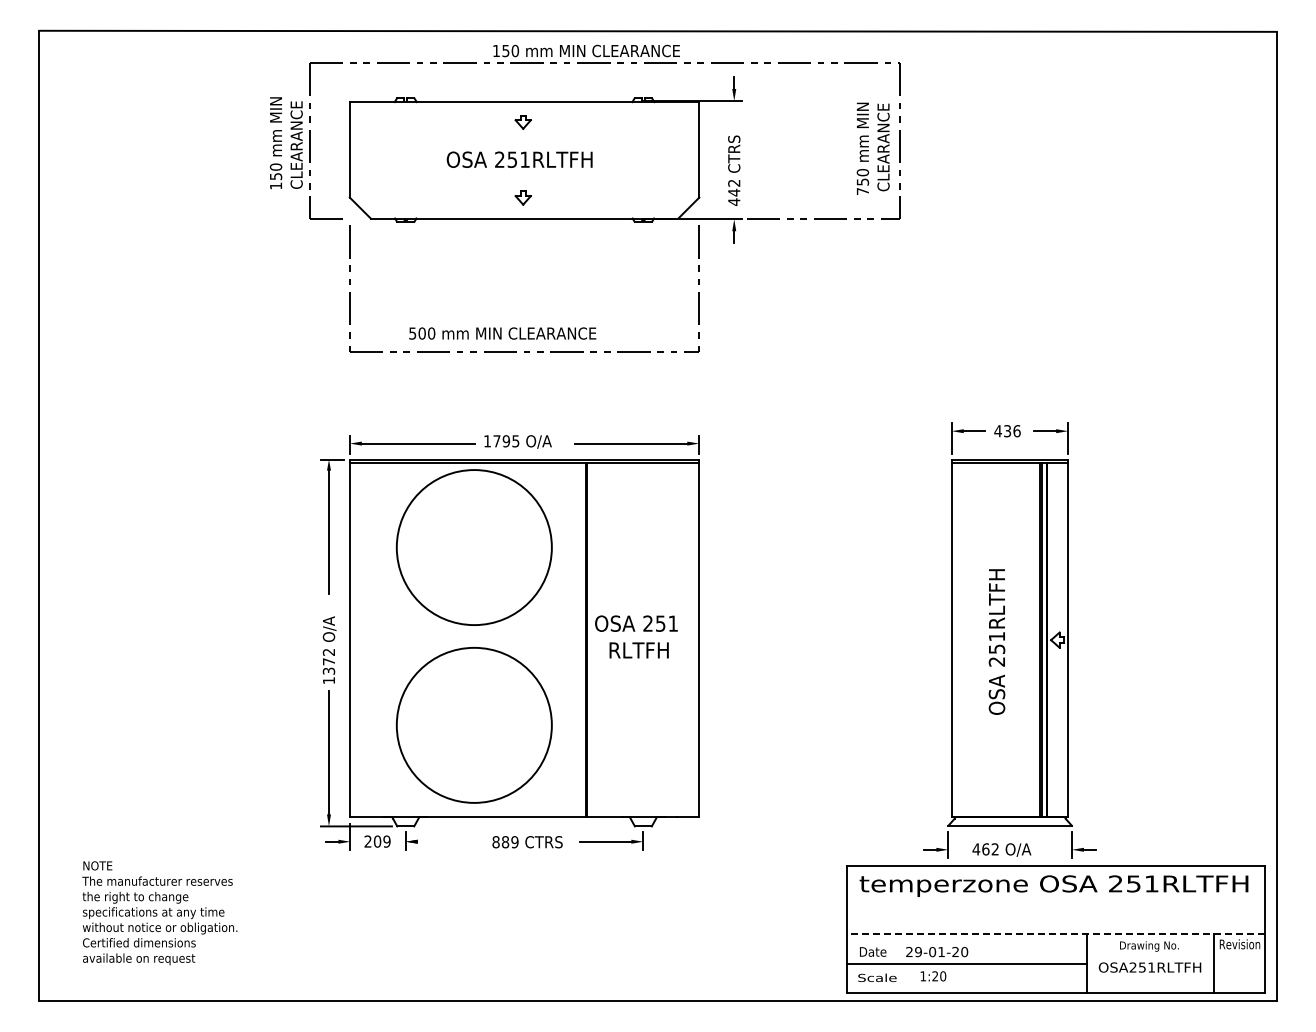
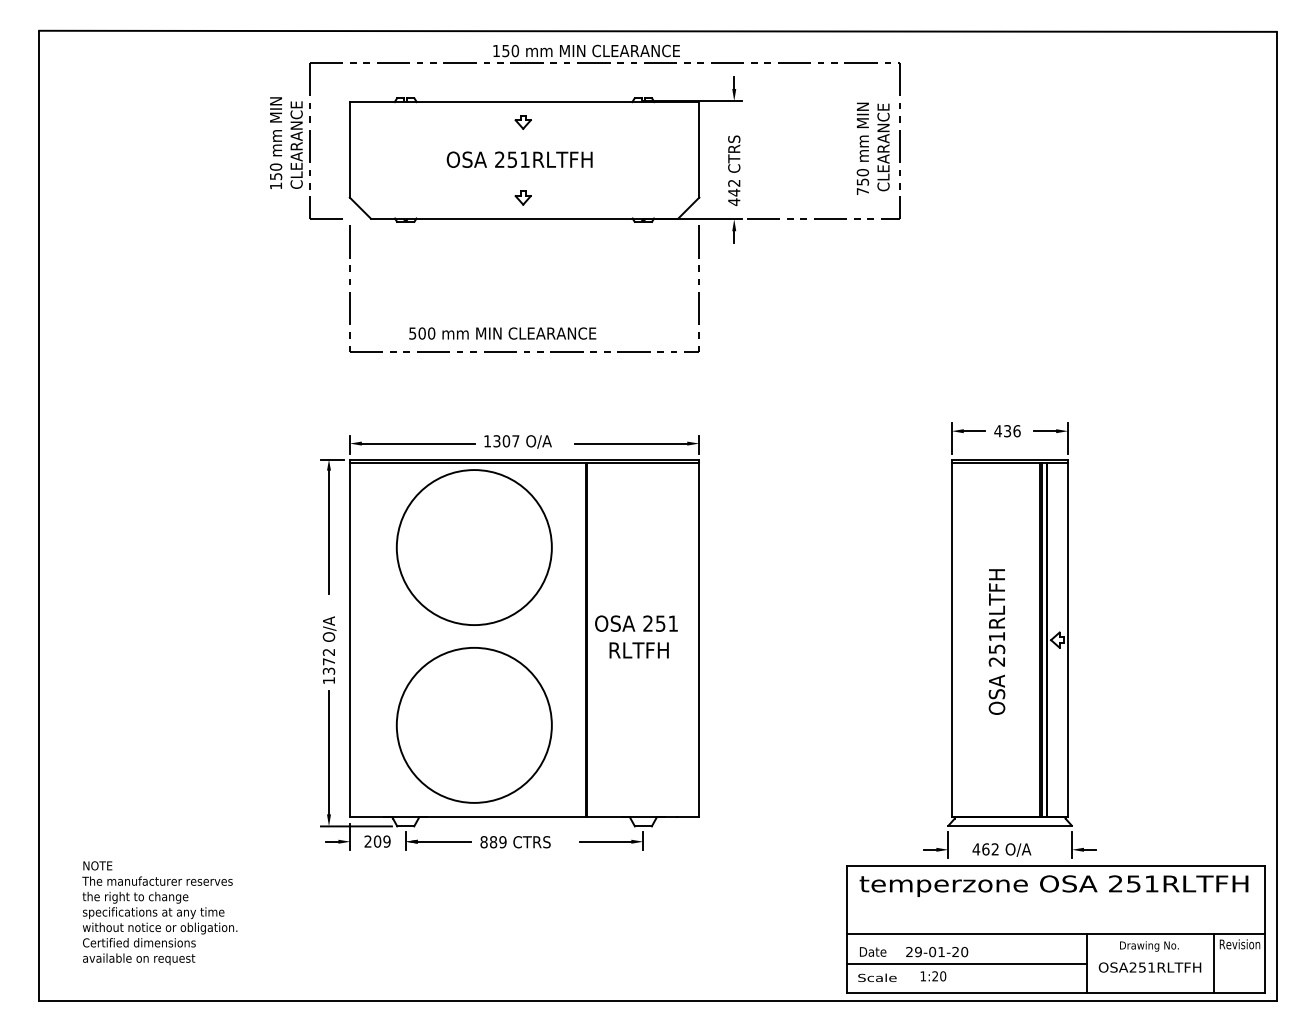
text at (506, 441): 1795 -> 1307
line at (444, 841): none -> present
text at (527, 842) position: (527, 842) -> (515, 842)
line at (1056, 933): dashed -> solid
